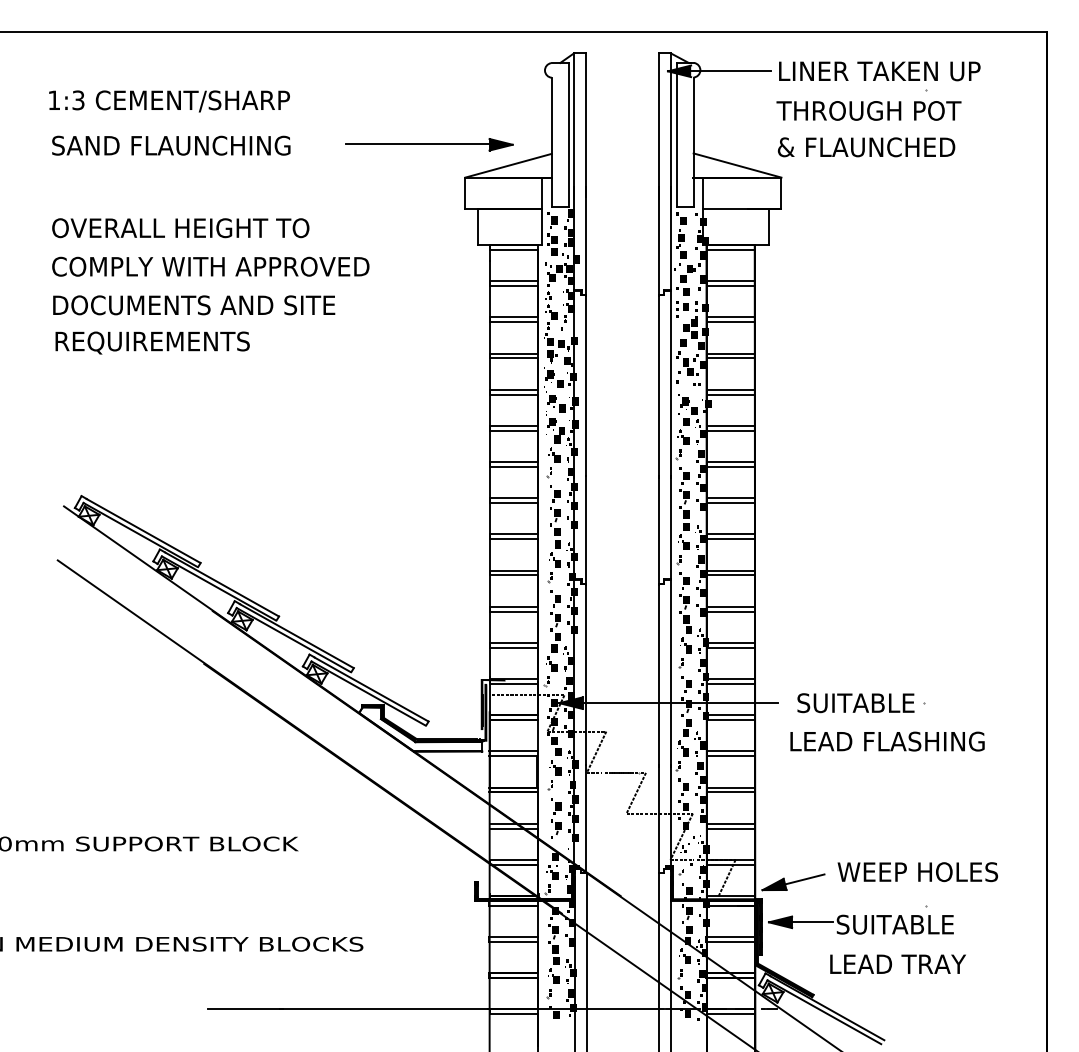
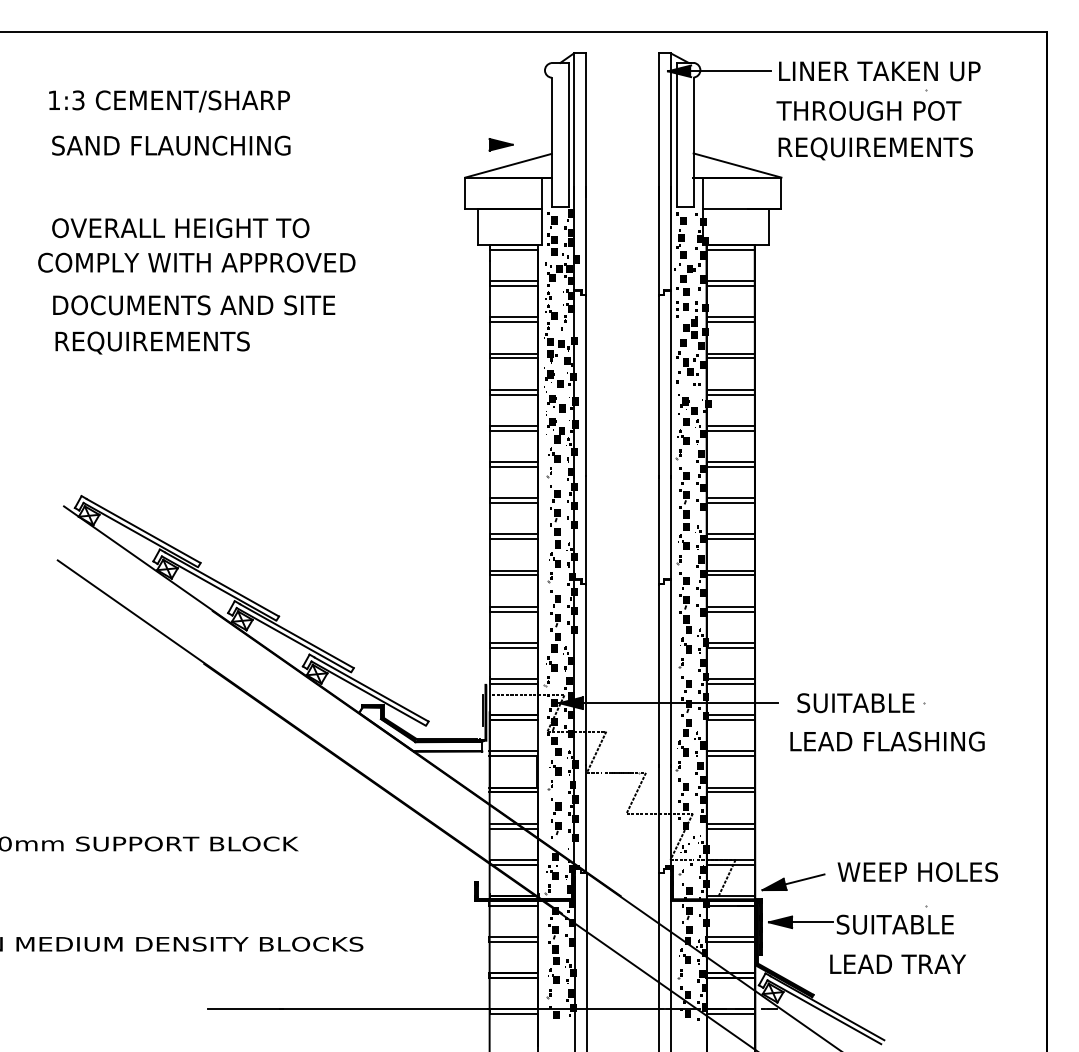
line at (426, 144): present -> none
text at (874, 148): & FLAUNCHED -> REQUIREMENTS
text at (210, 266) position: (210, 266) -> (196, 262)
fill at (492, 704): present -> none
